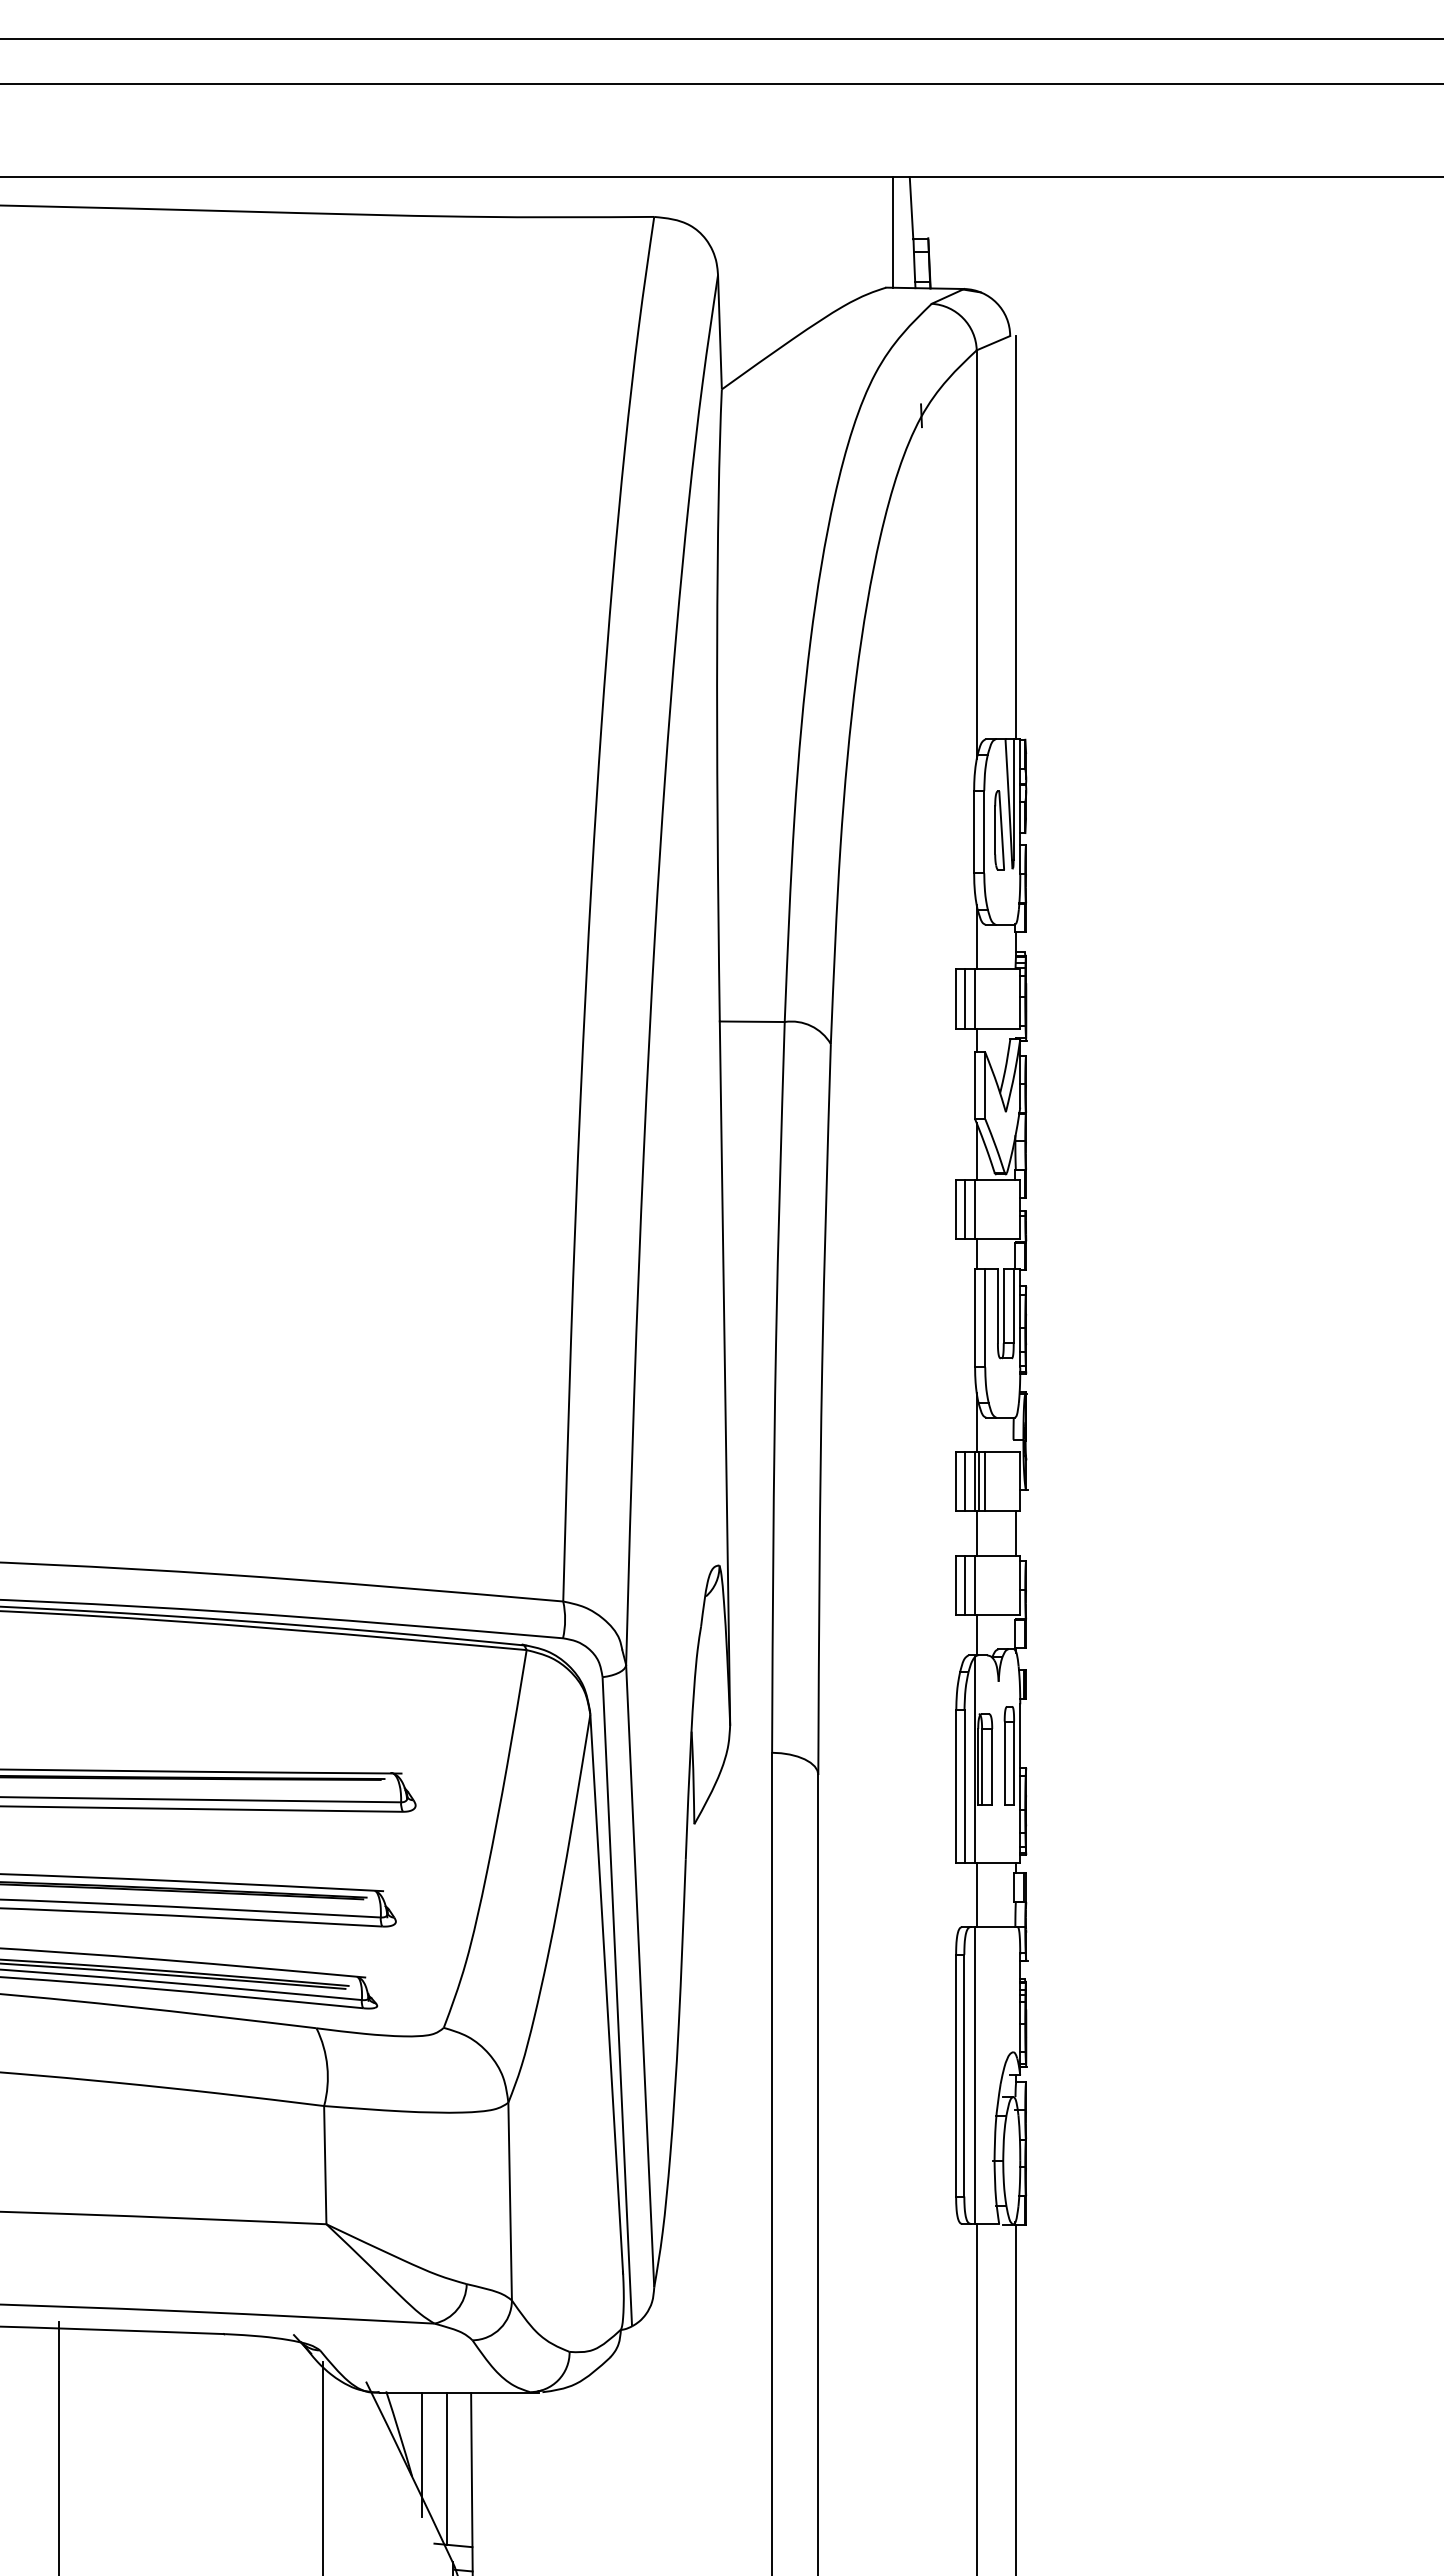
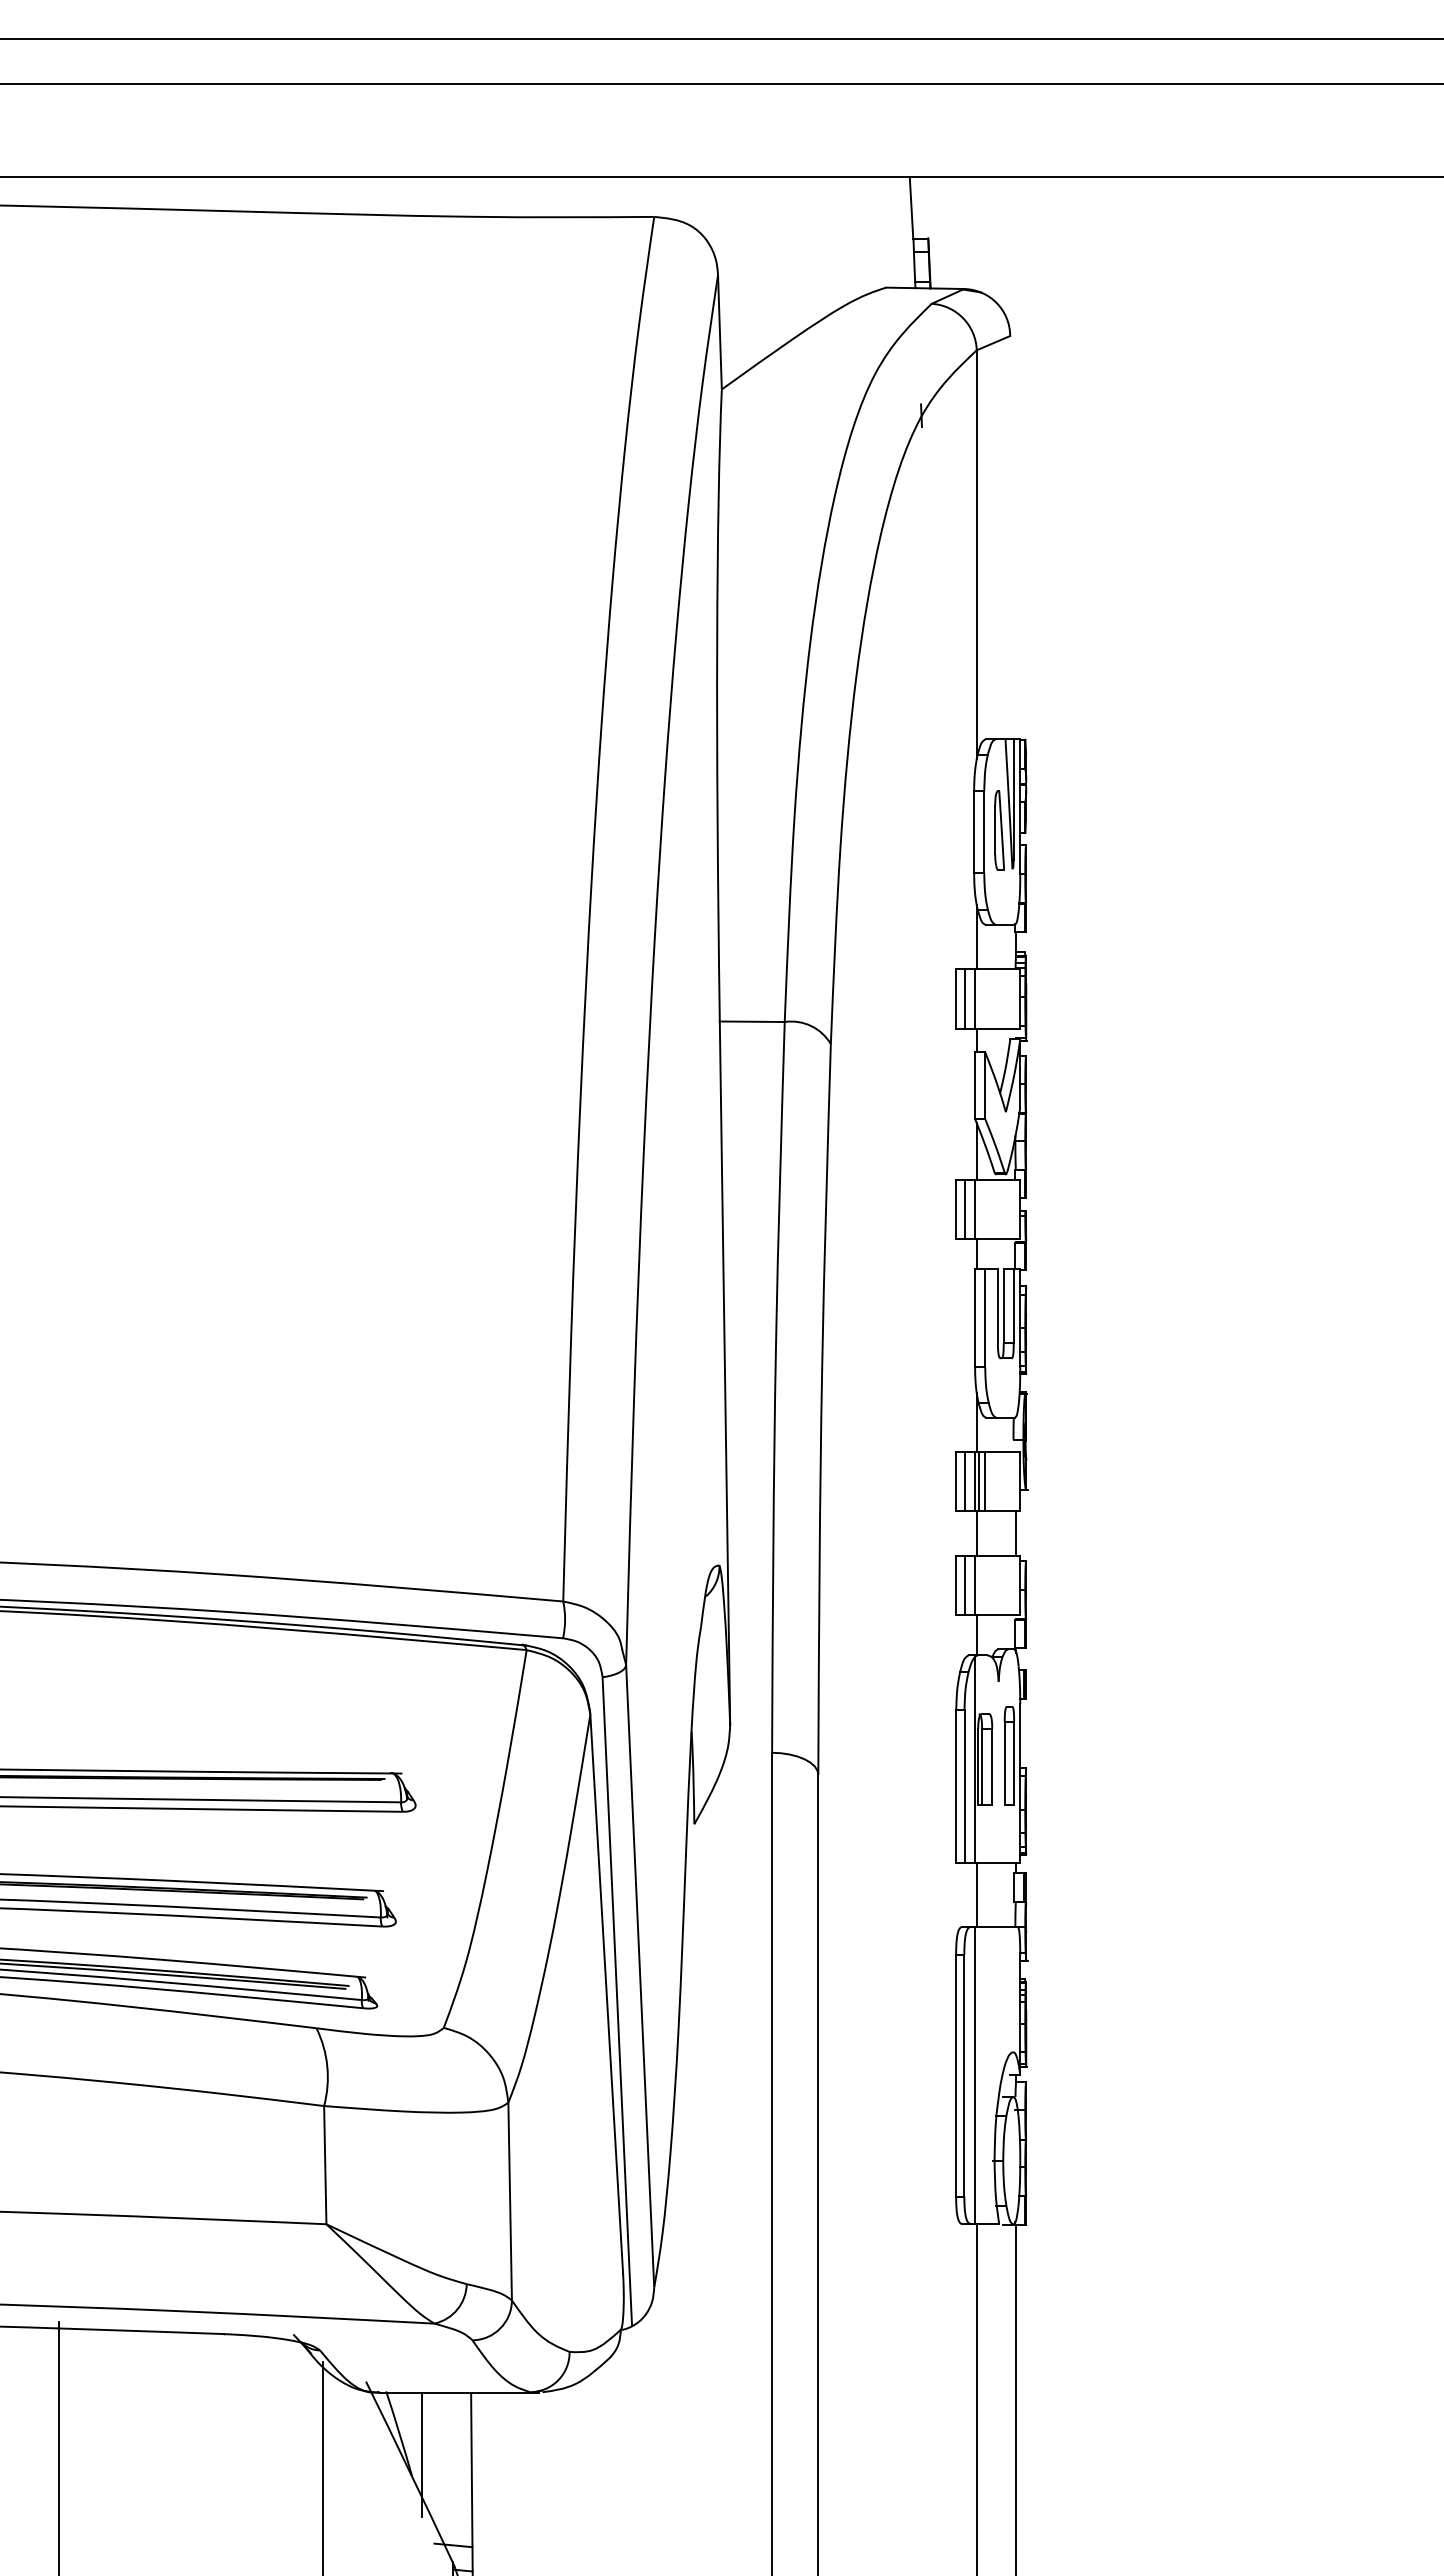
line at (892, 232): present -> none
line at (1016, 537): present -> none
line at (446, 2468): present -> none
